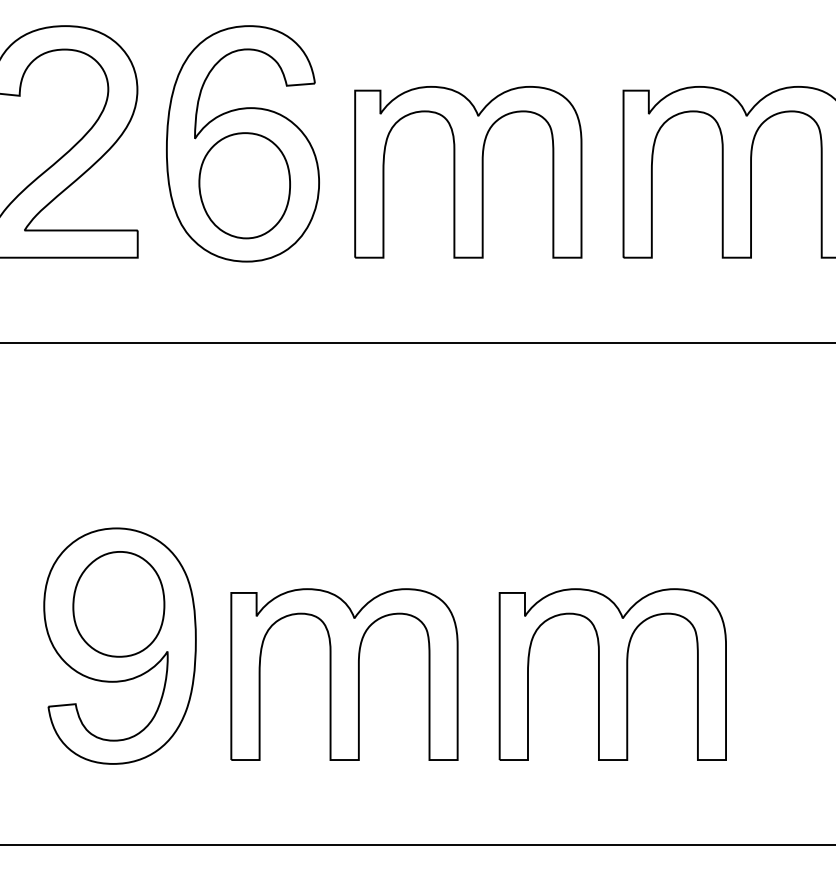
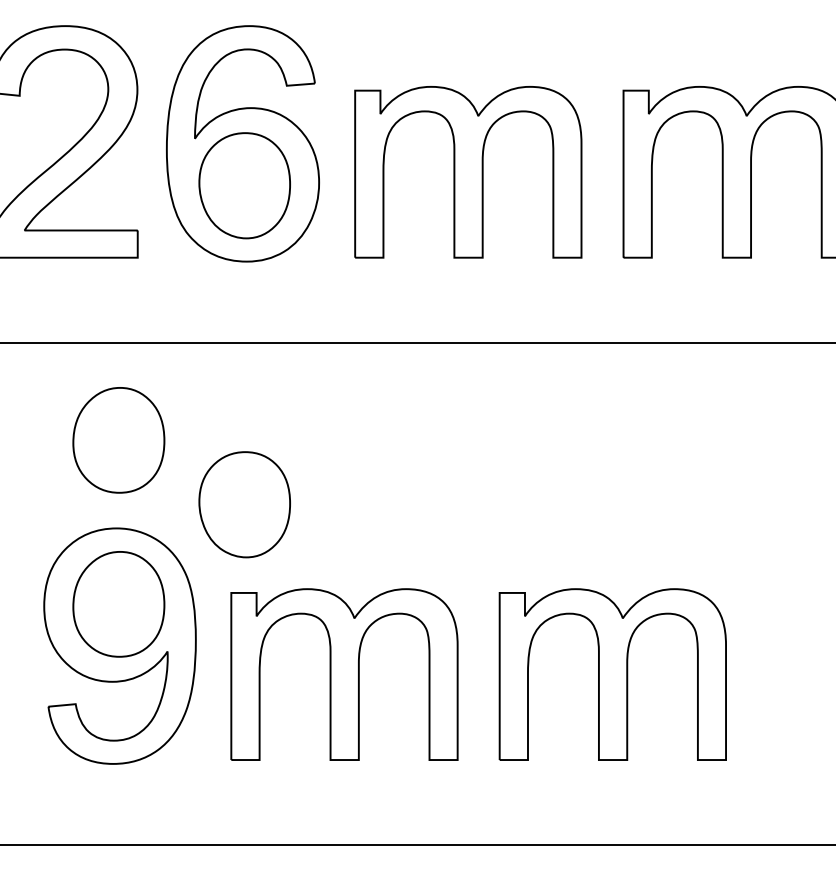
part at (118, 440): none -> present
part at (244, 504): none -> present
